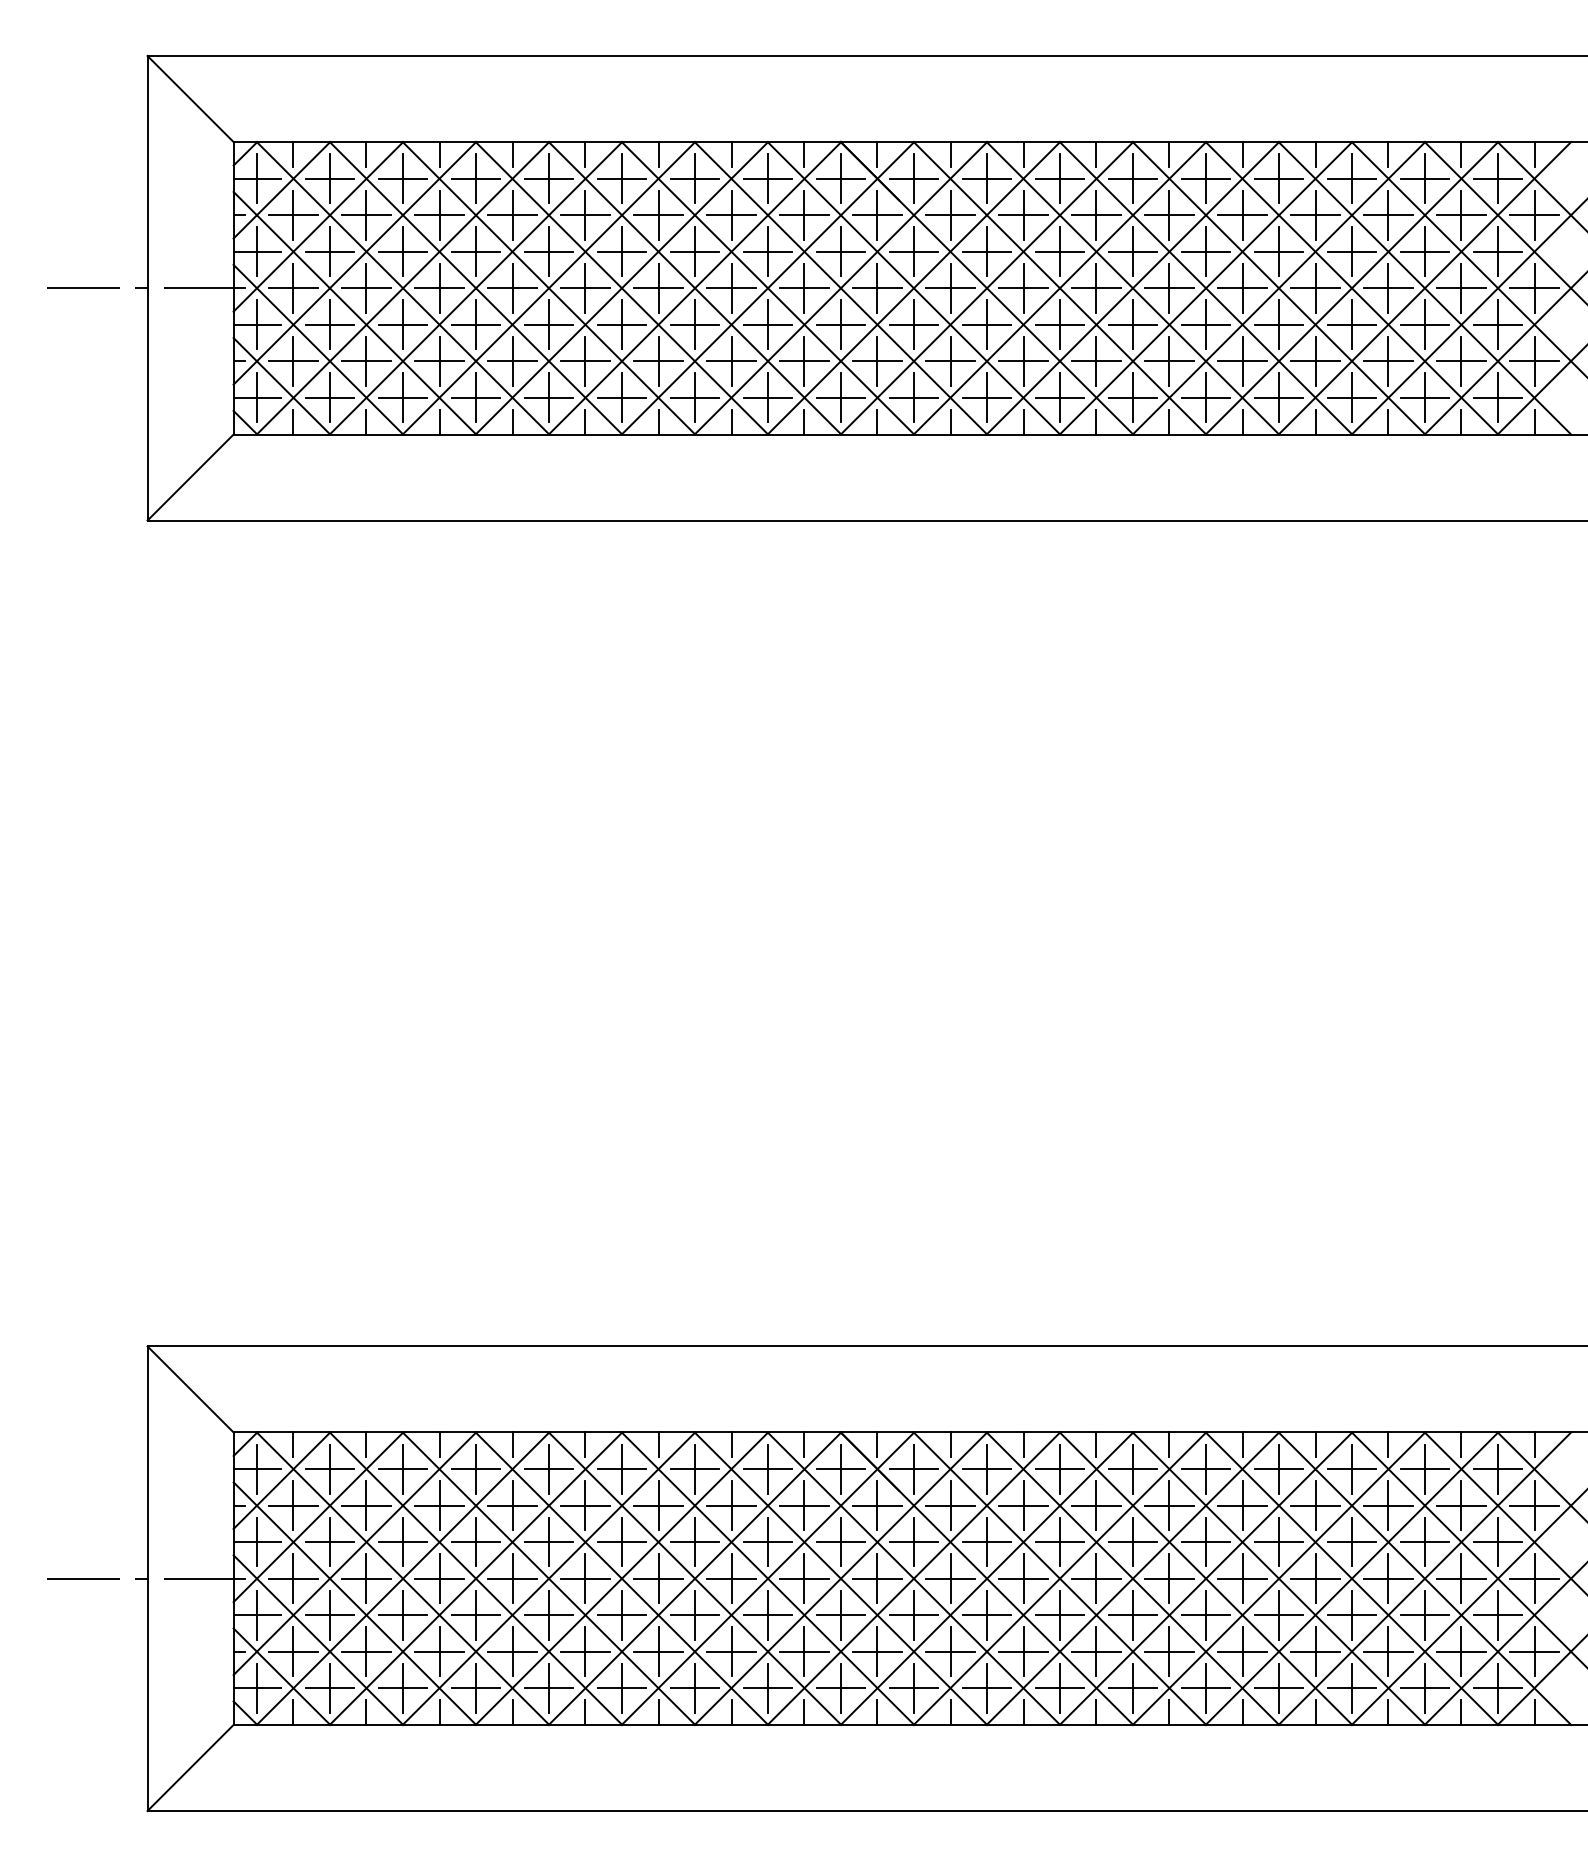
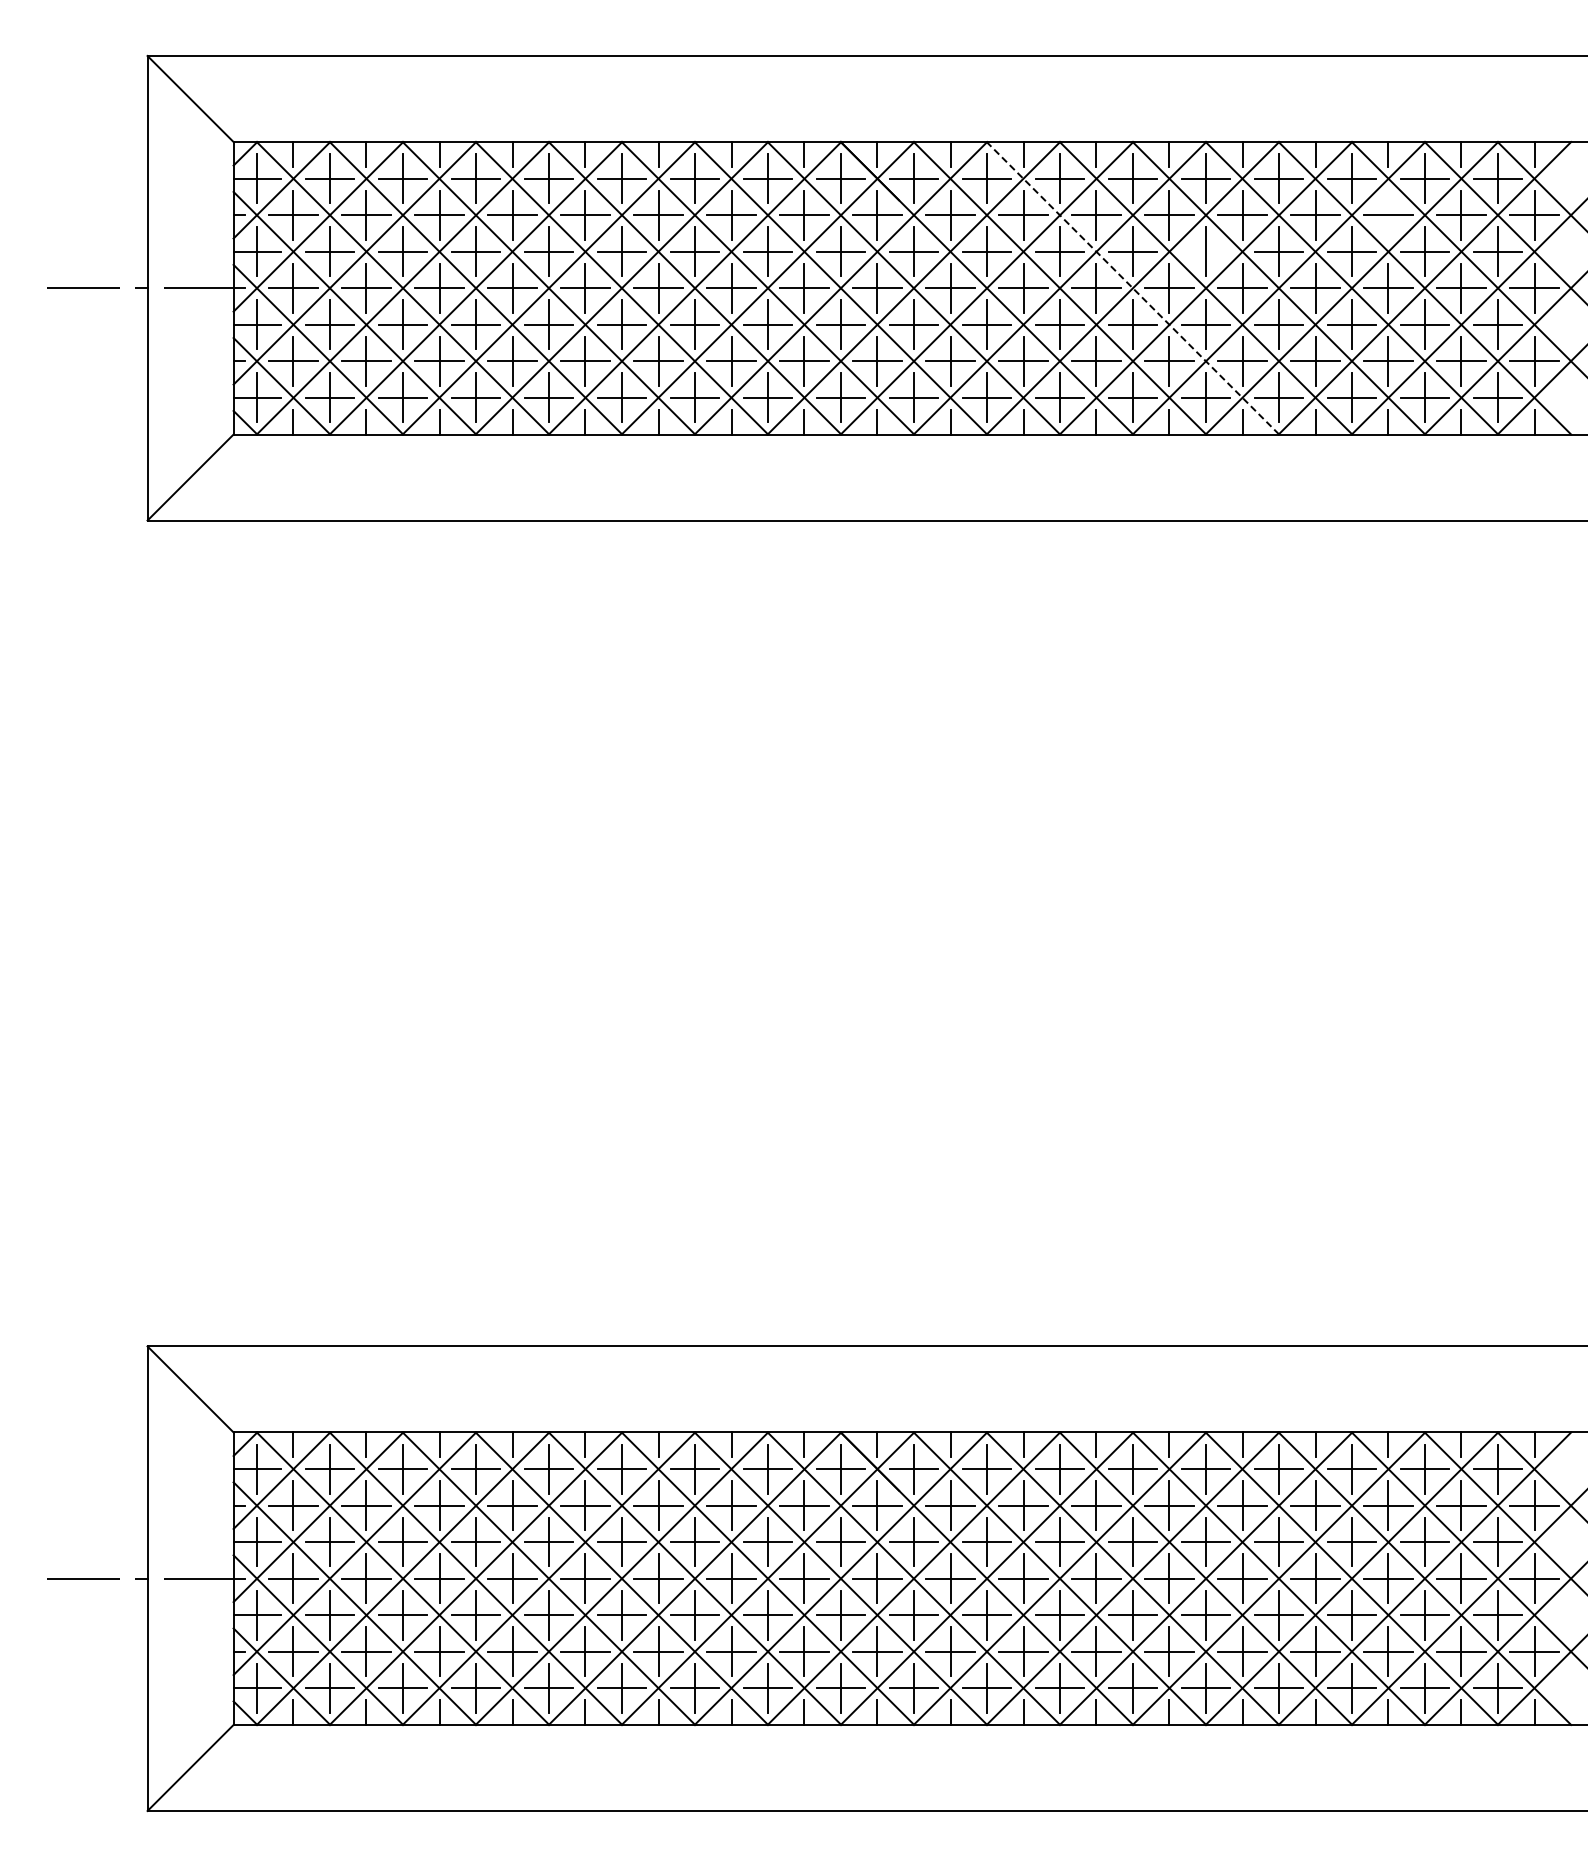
line at (1388, 214): present -> none
line at (1205, 251): present -> none
line at (1132, 288): solid -> dashed
